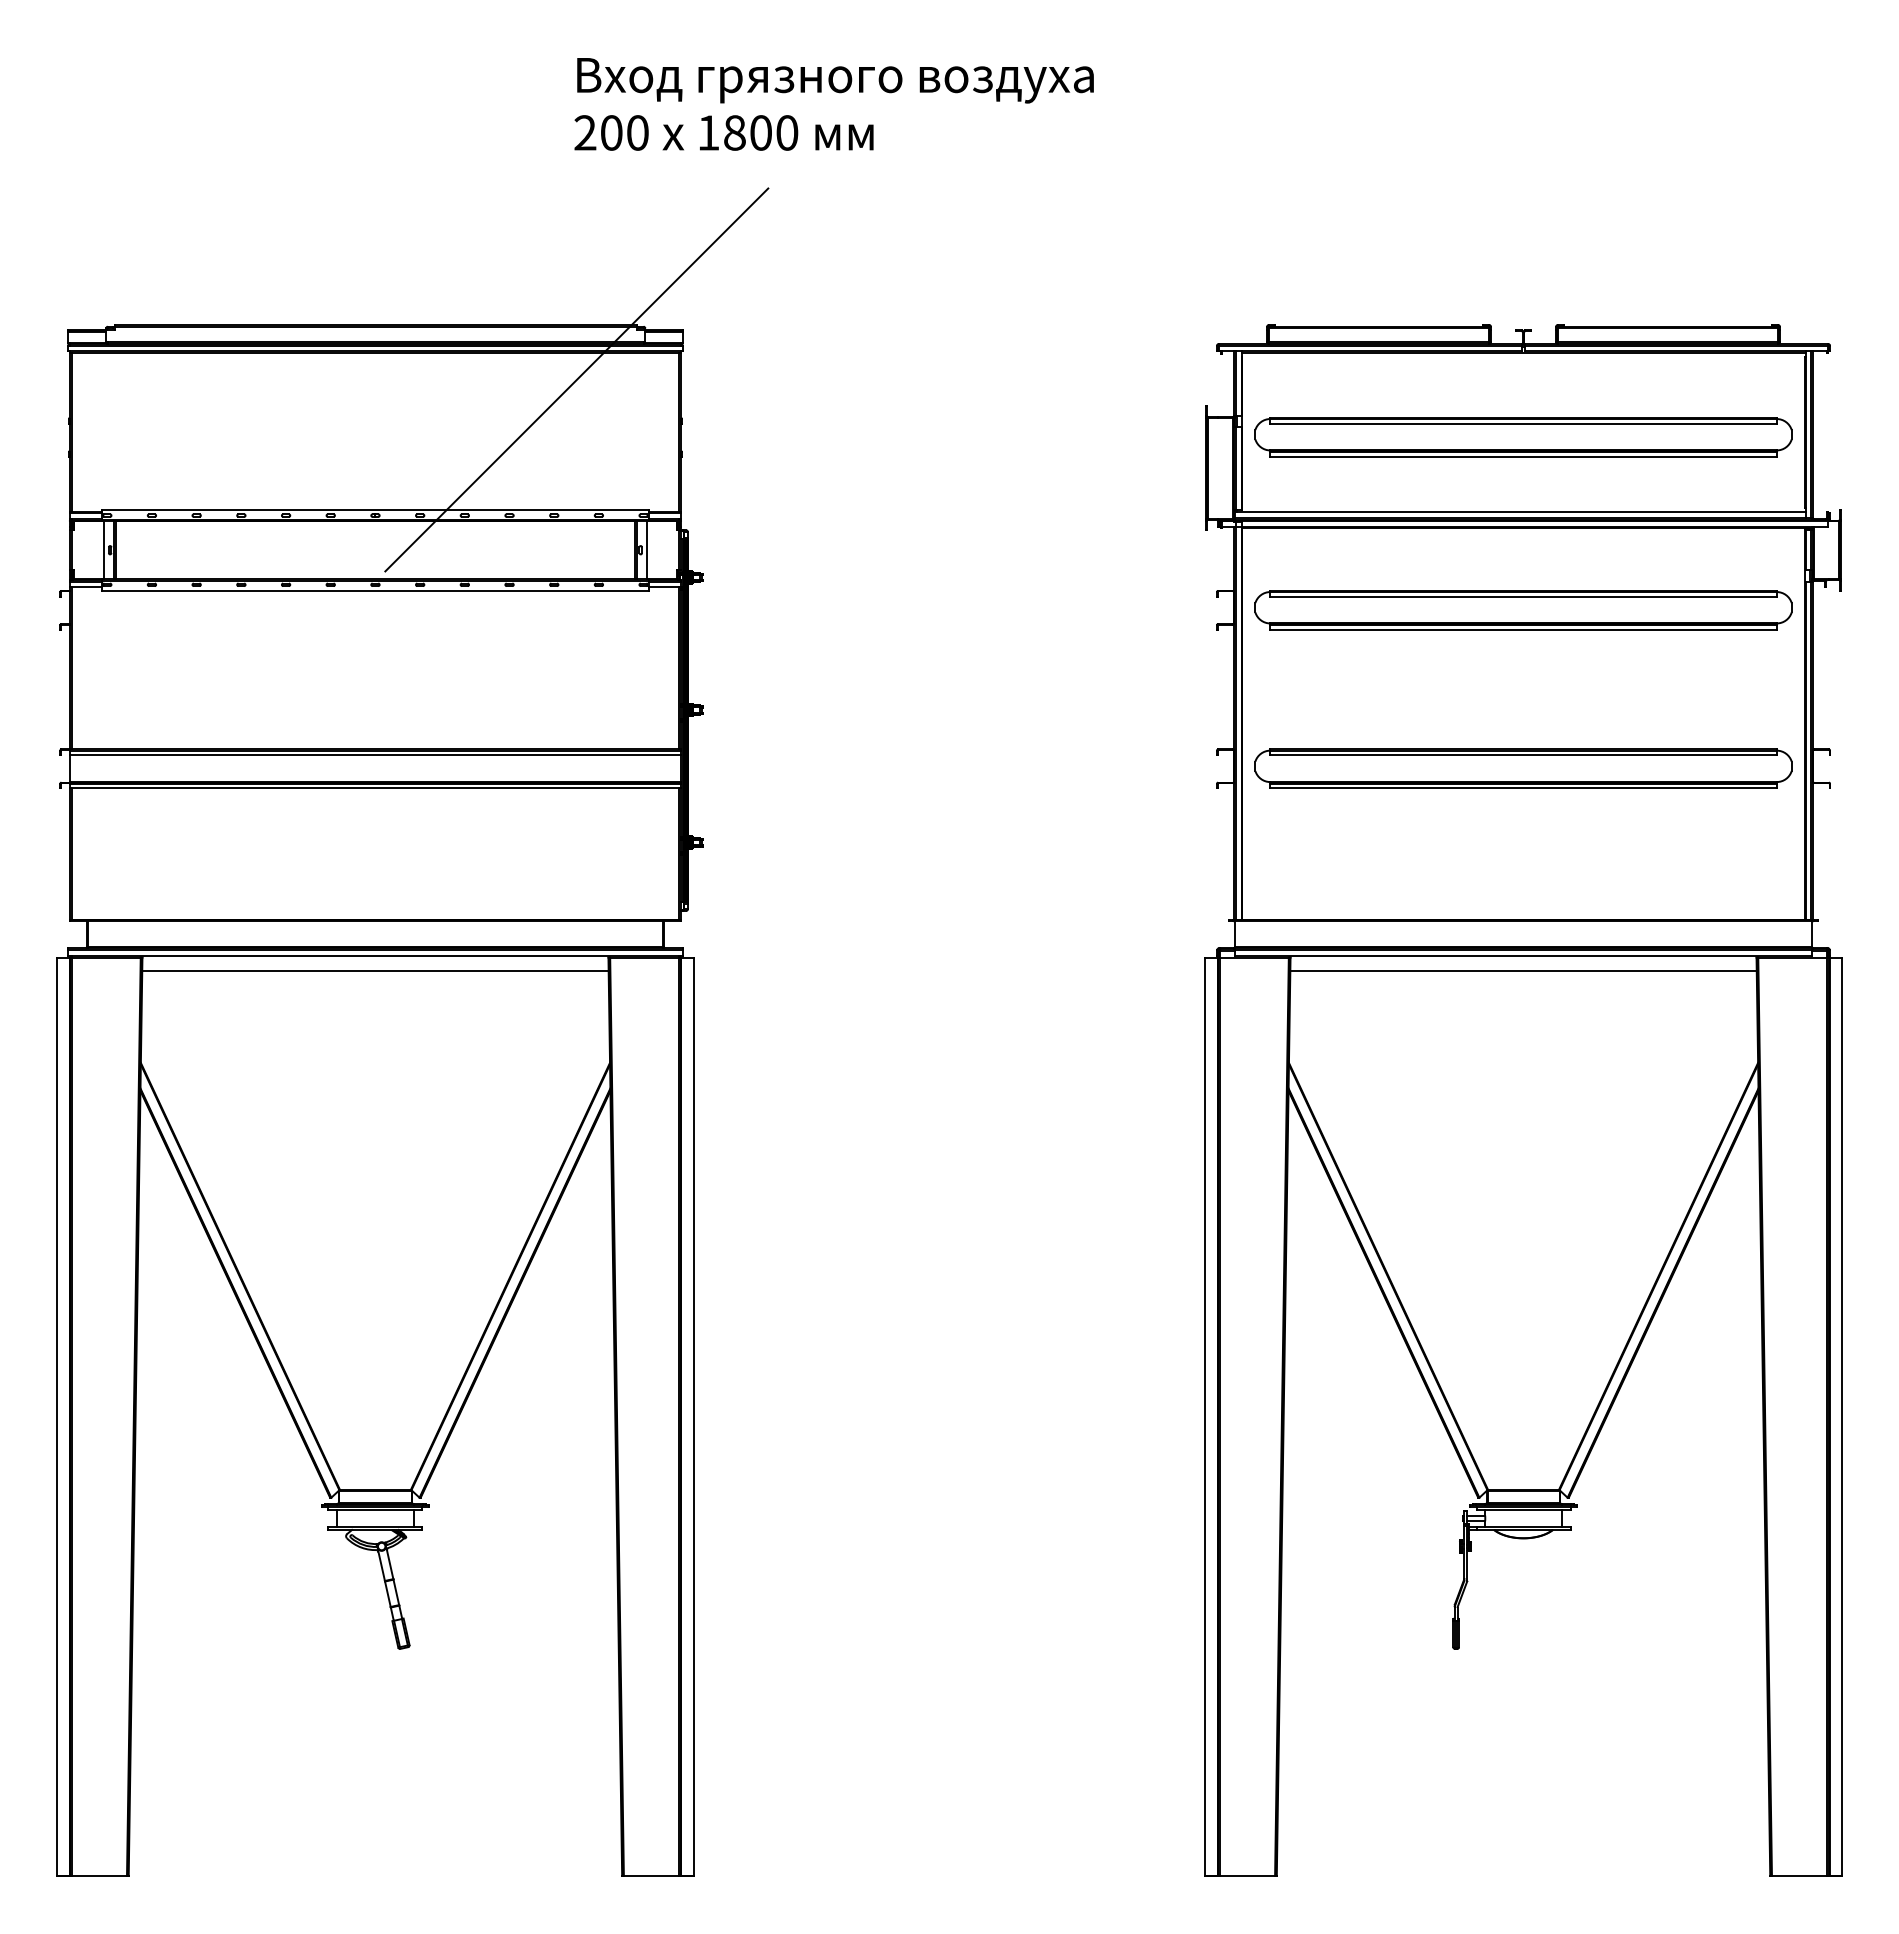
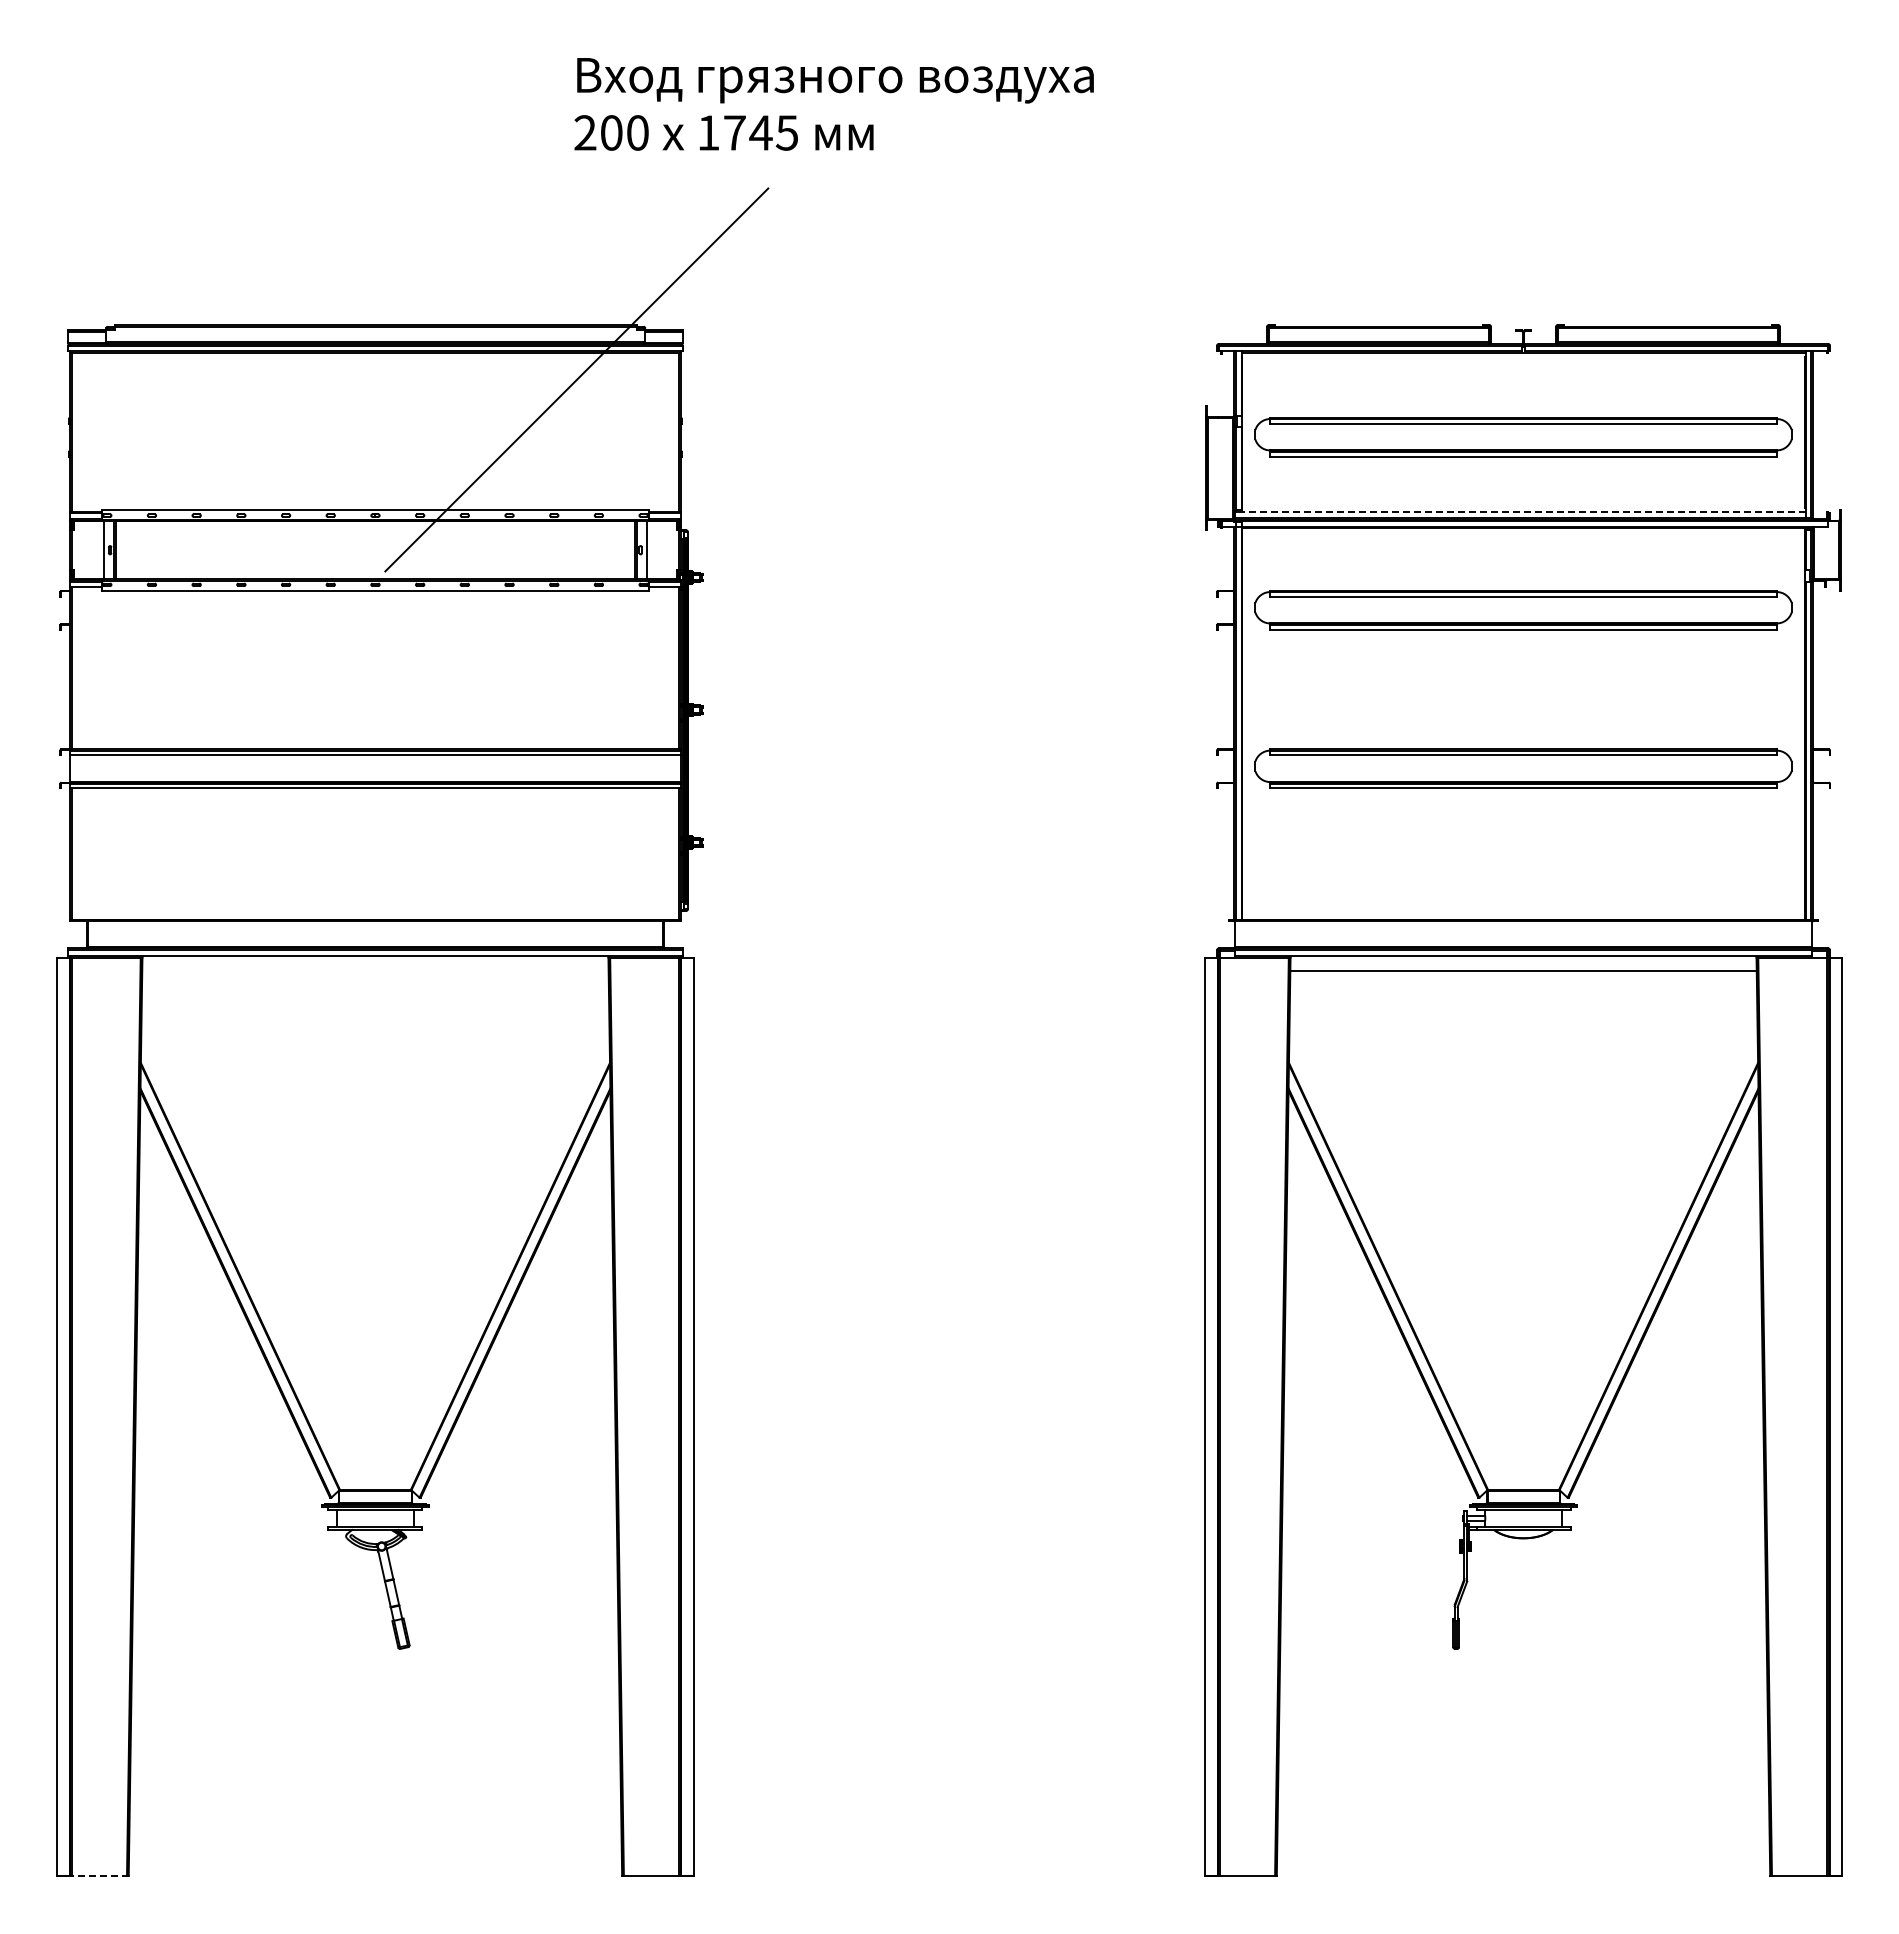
text at (761, 132): 1800 -> 1745
line at (1519, 511): solid -> dashed
line at (375, 970): present -> none
line at (99, 1875): solid -> dashed
